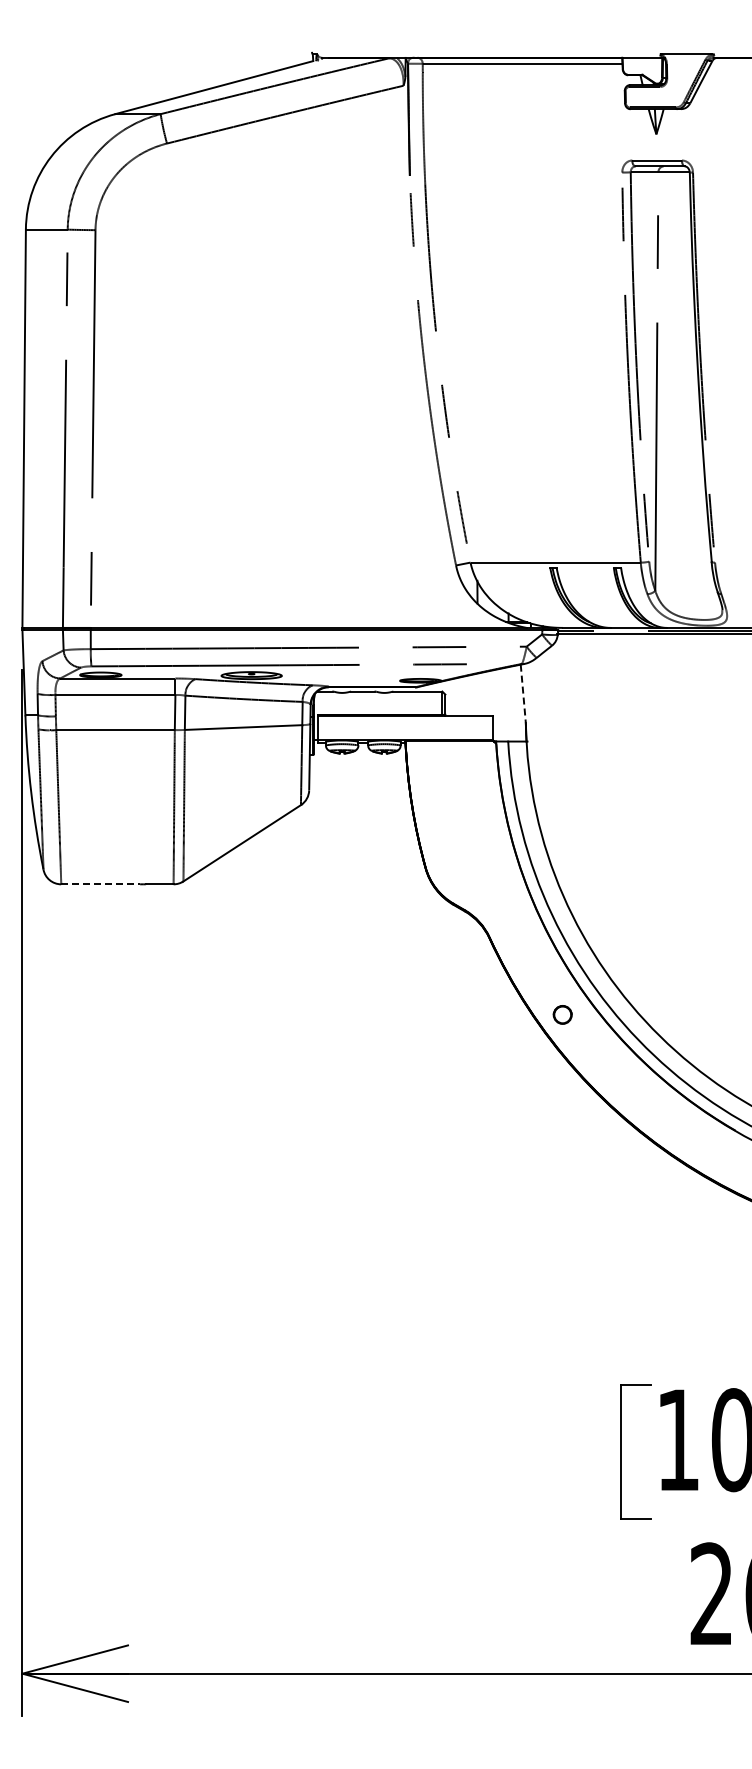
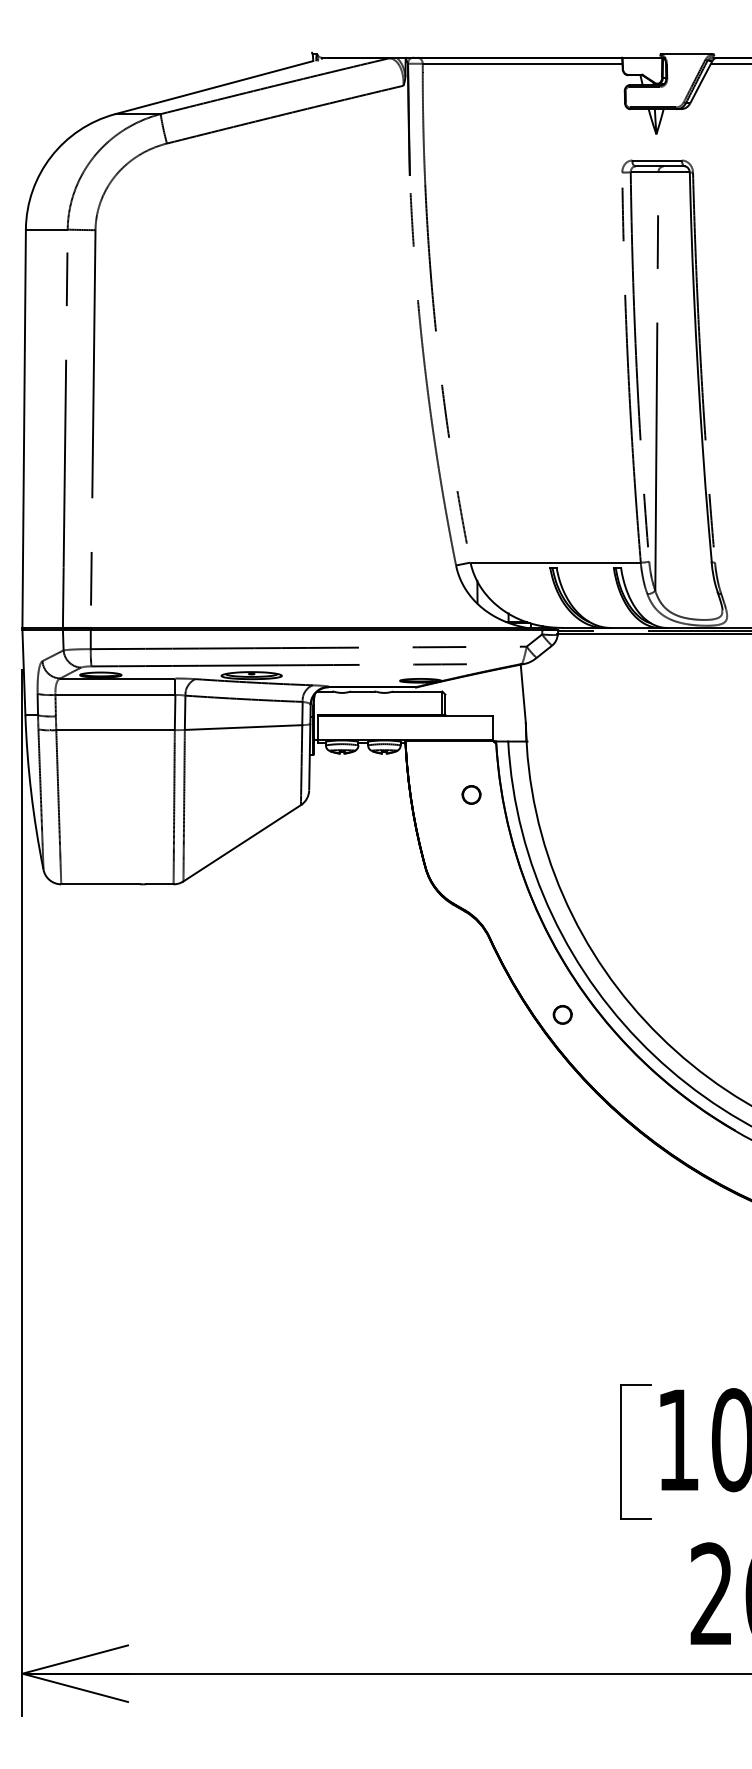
line at (729, 63): none -> present
line at (523, 694): dashed -> solid
circle at (471, 794): none -> present
line at (101, 884): dashed -> solid
